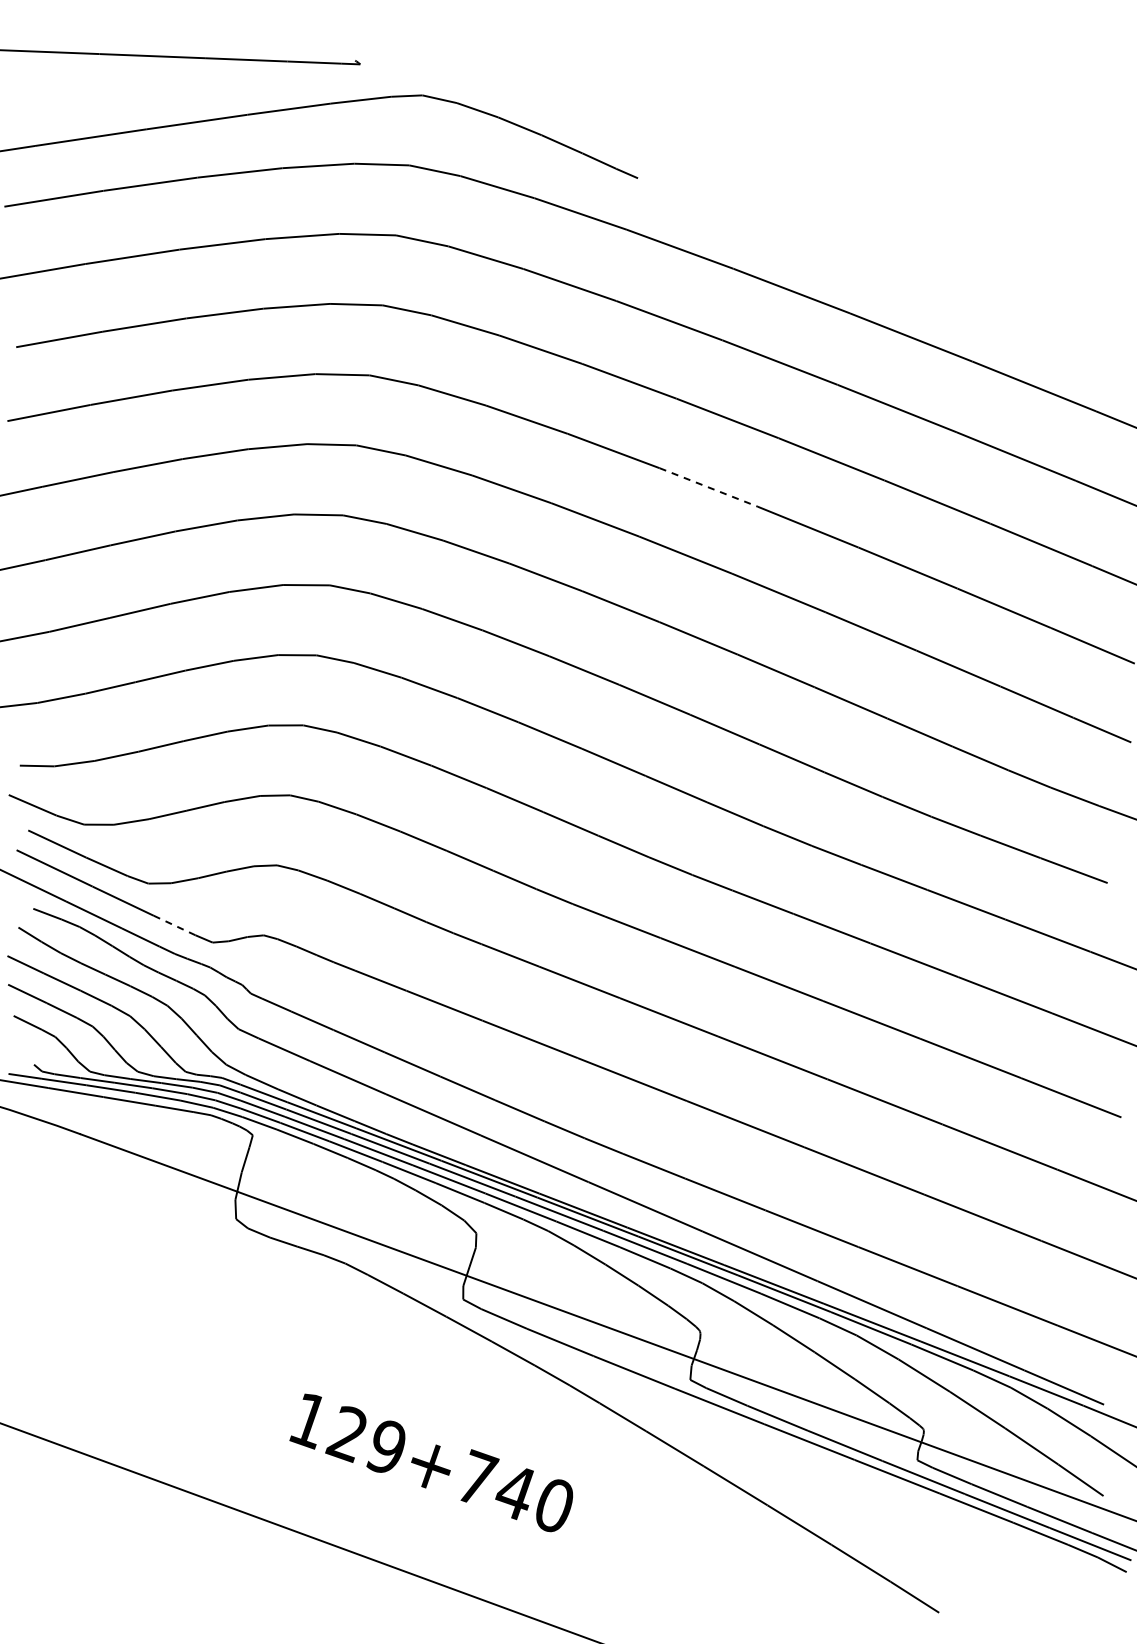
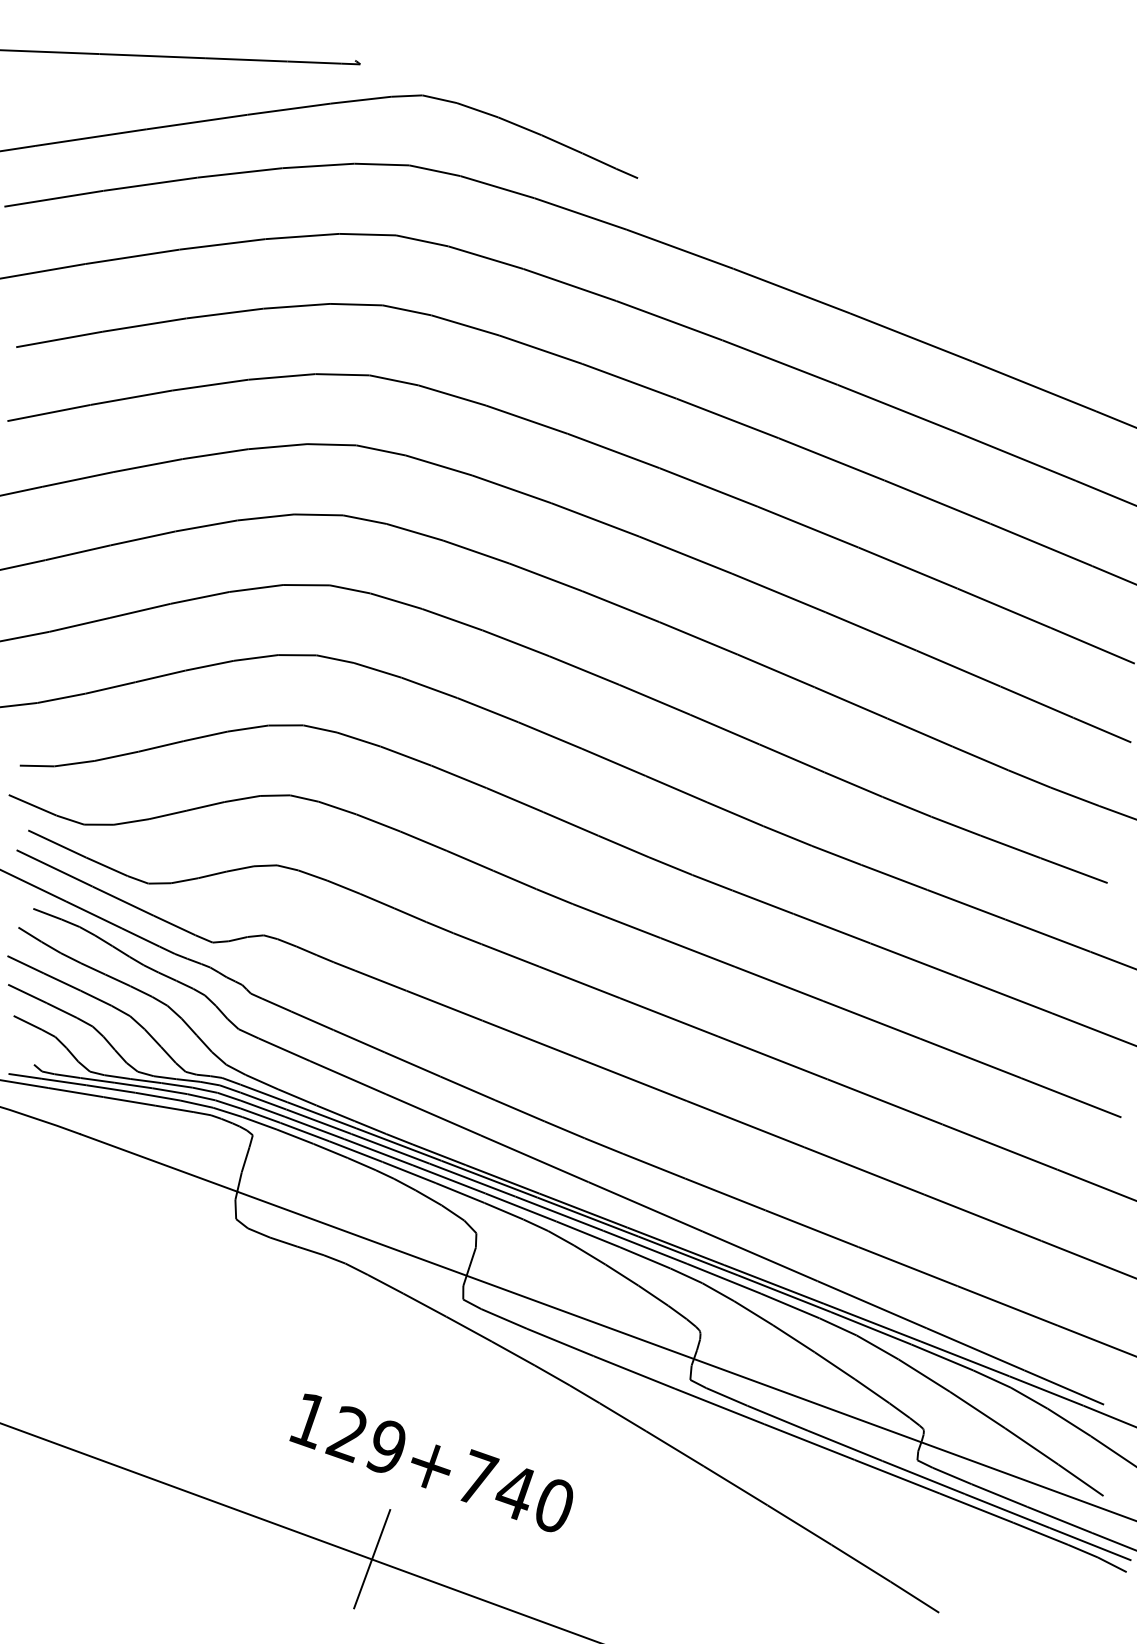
line at (708, 487): dashed -> solid
line at (174, 925): dashed -> solid
line at (372, 1559): none -> present
